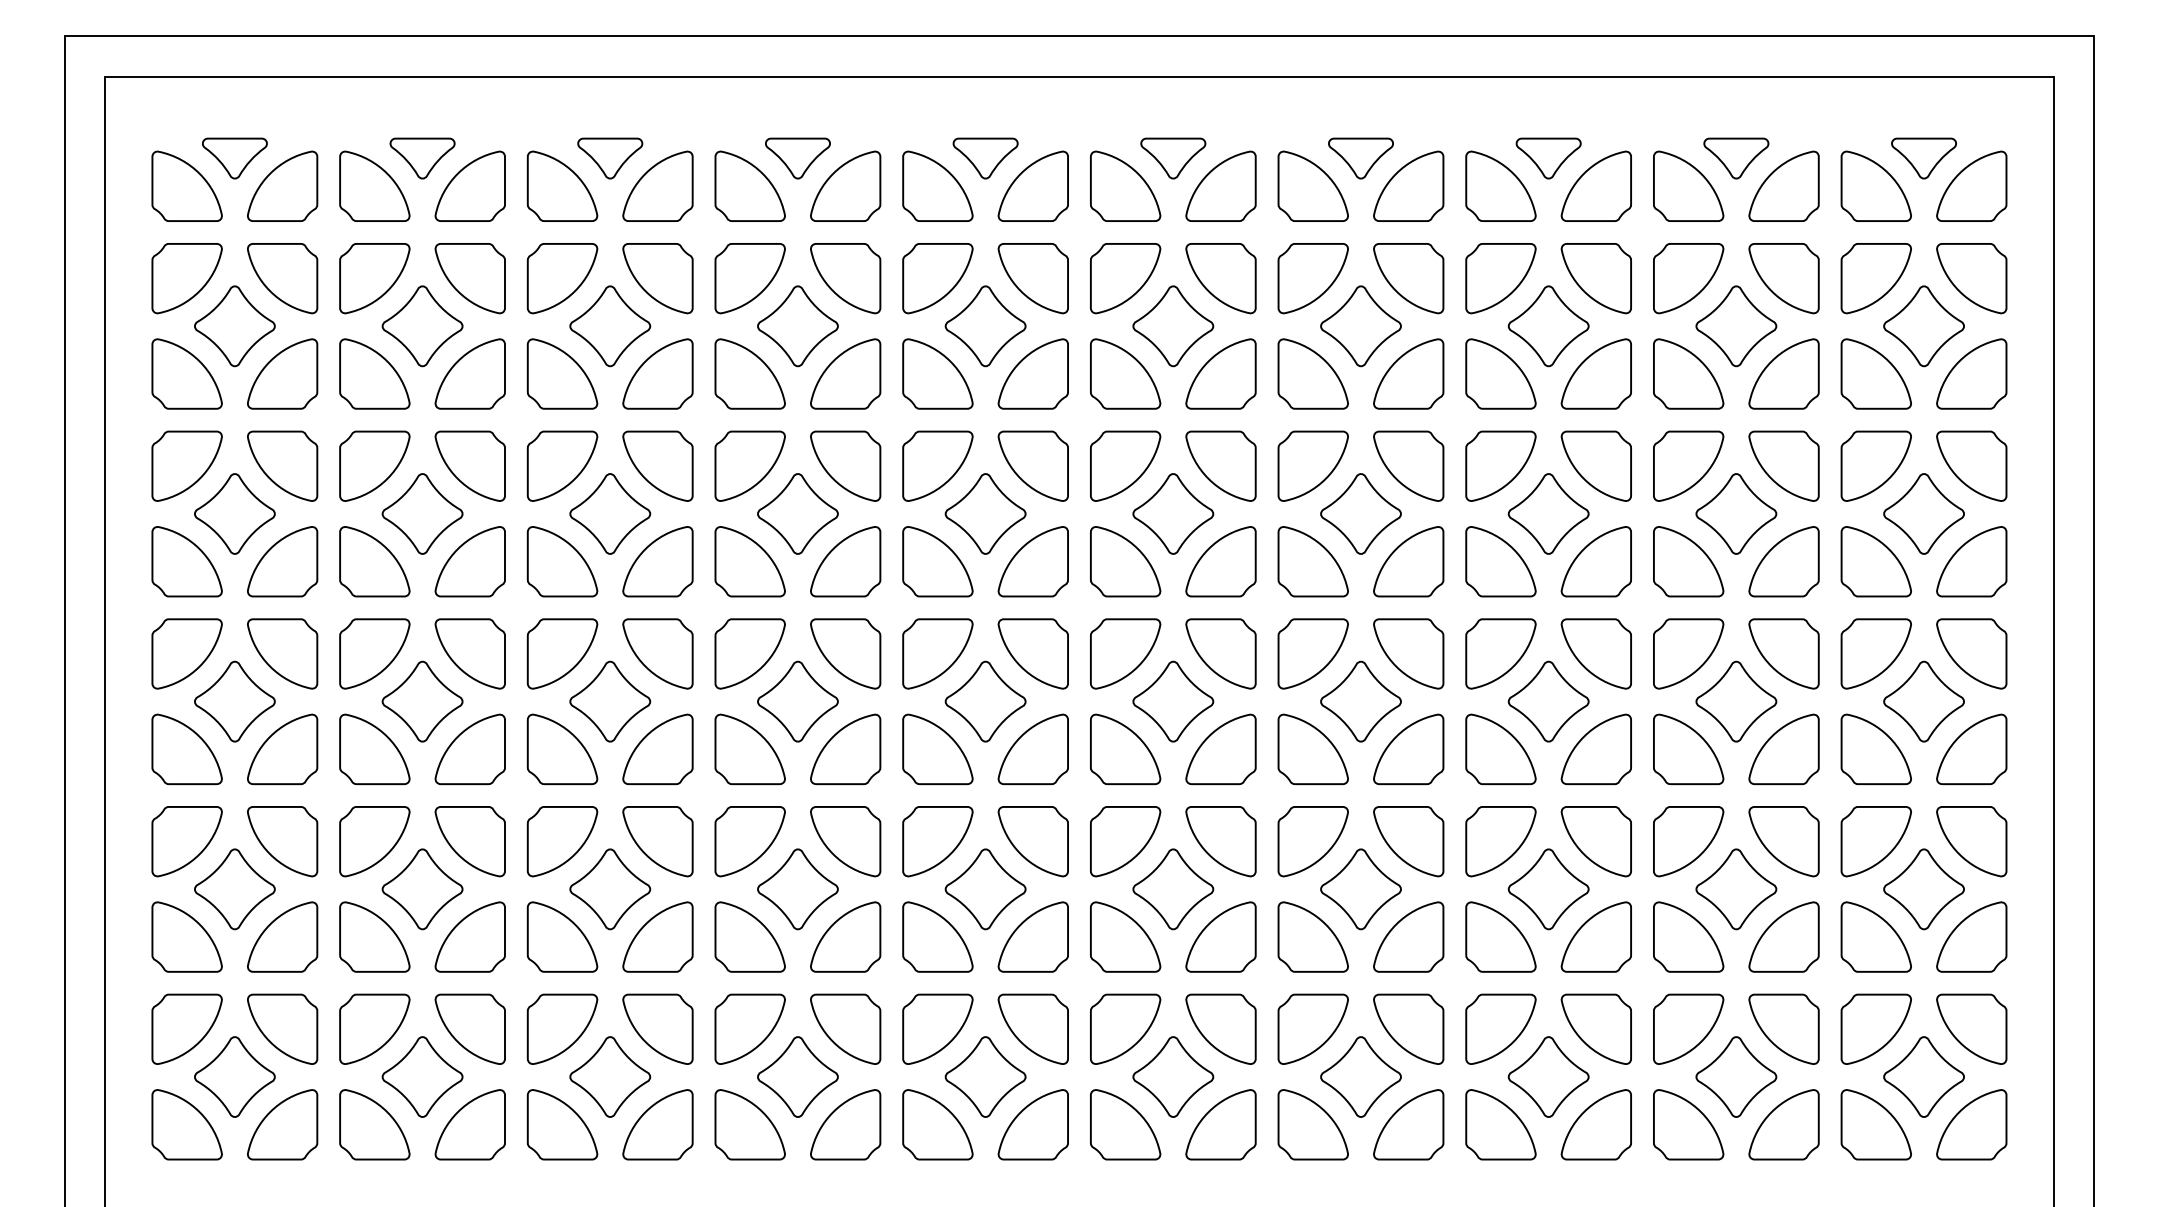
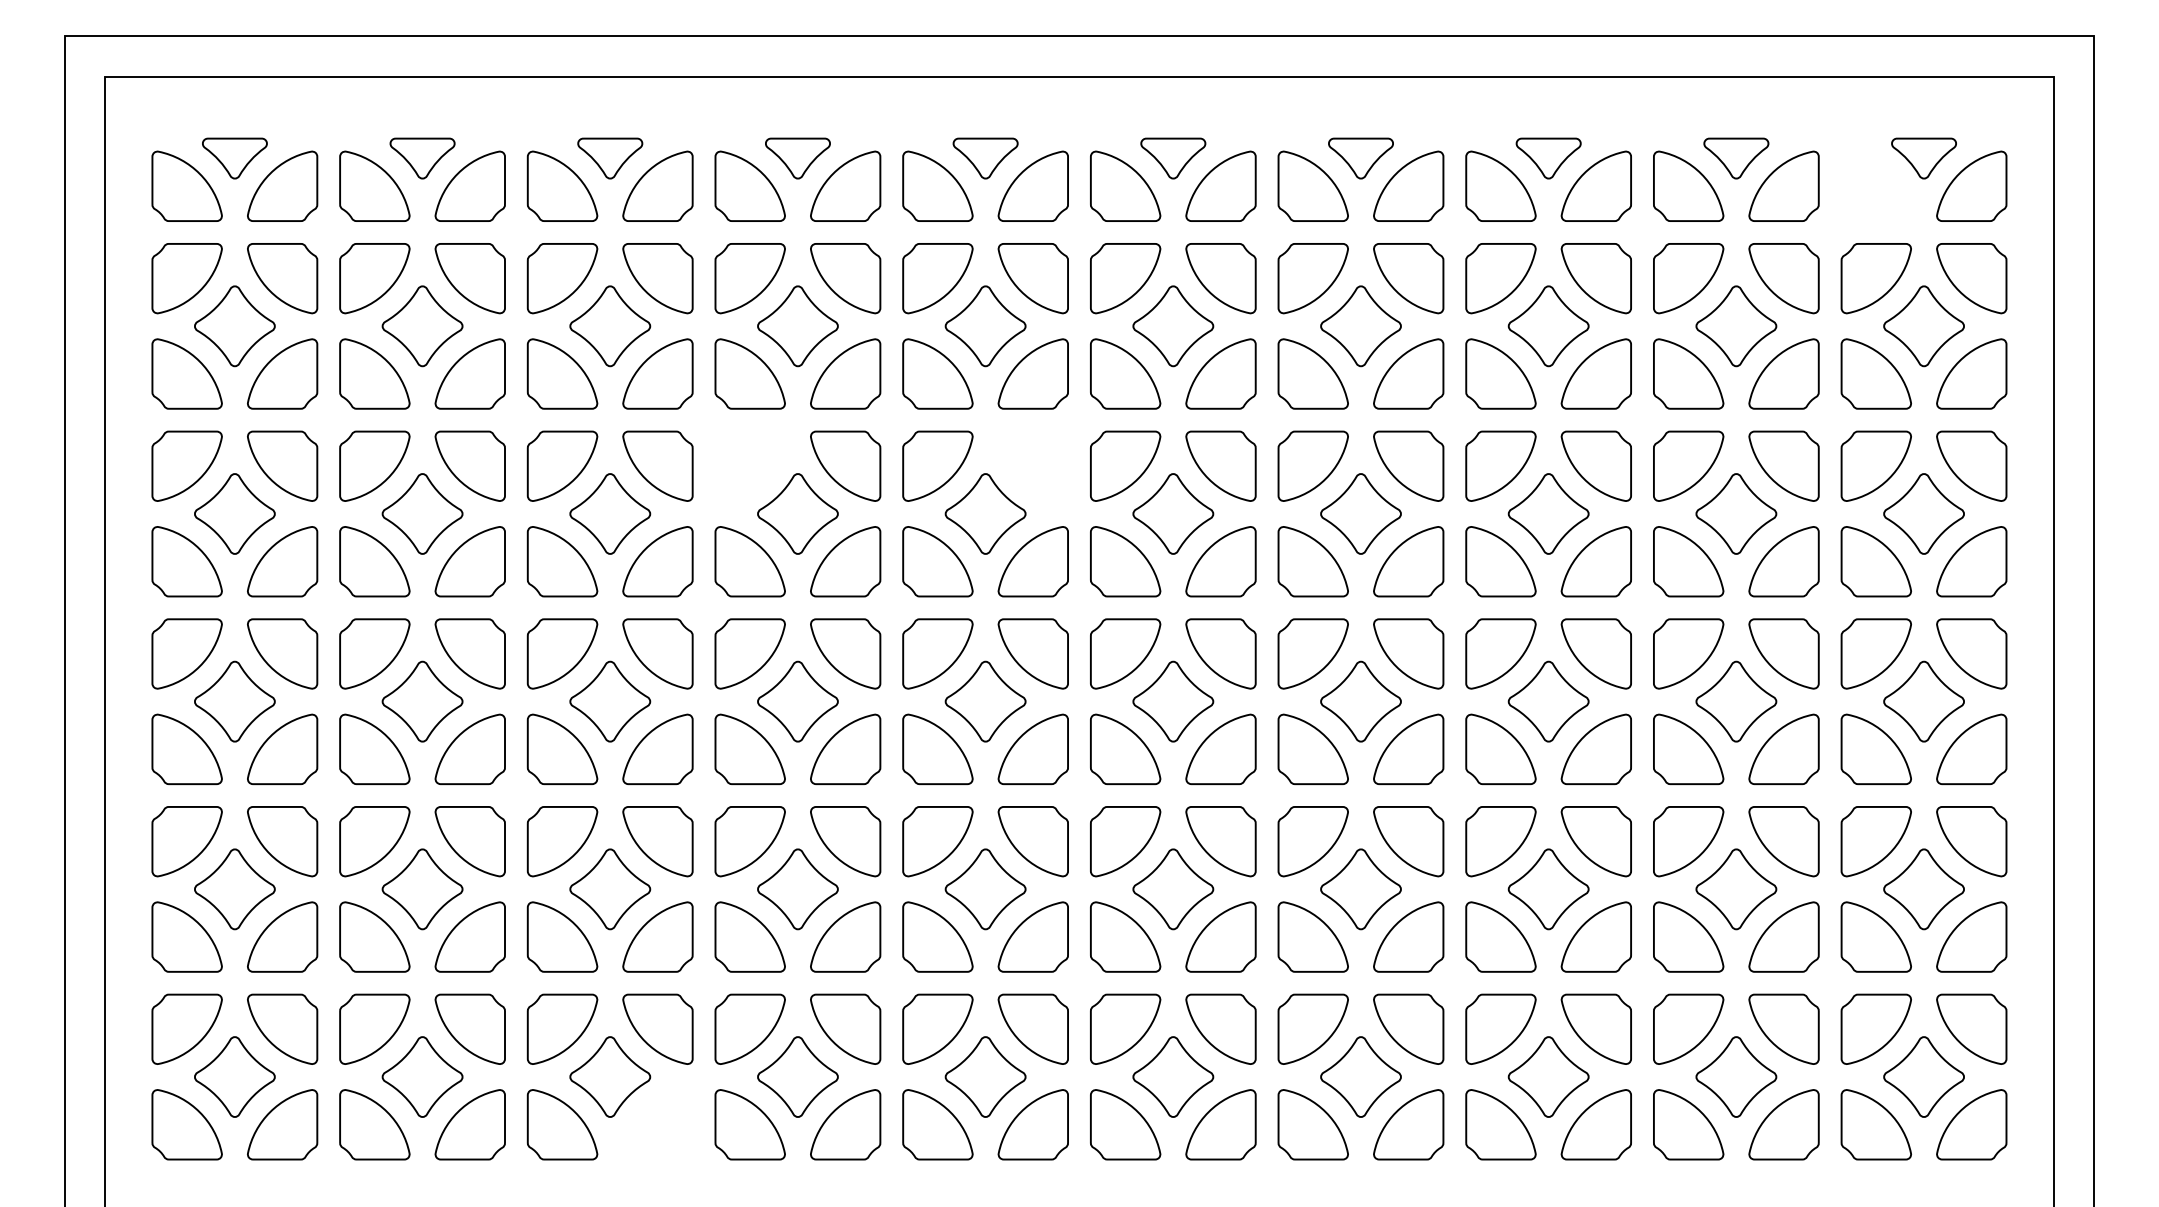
part at (1875, 185): present -> none
part at (749, 465): present -> none
part at (1032, 465): present -> none
part at (657, 1124): present -> none
